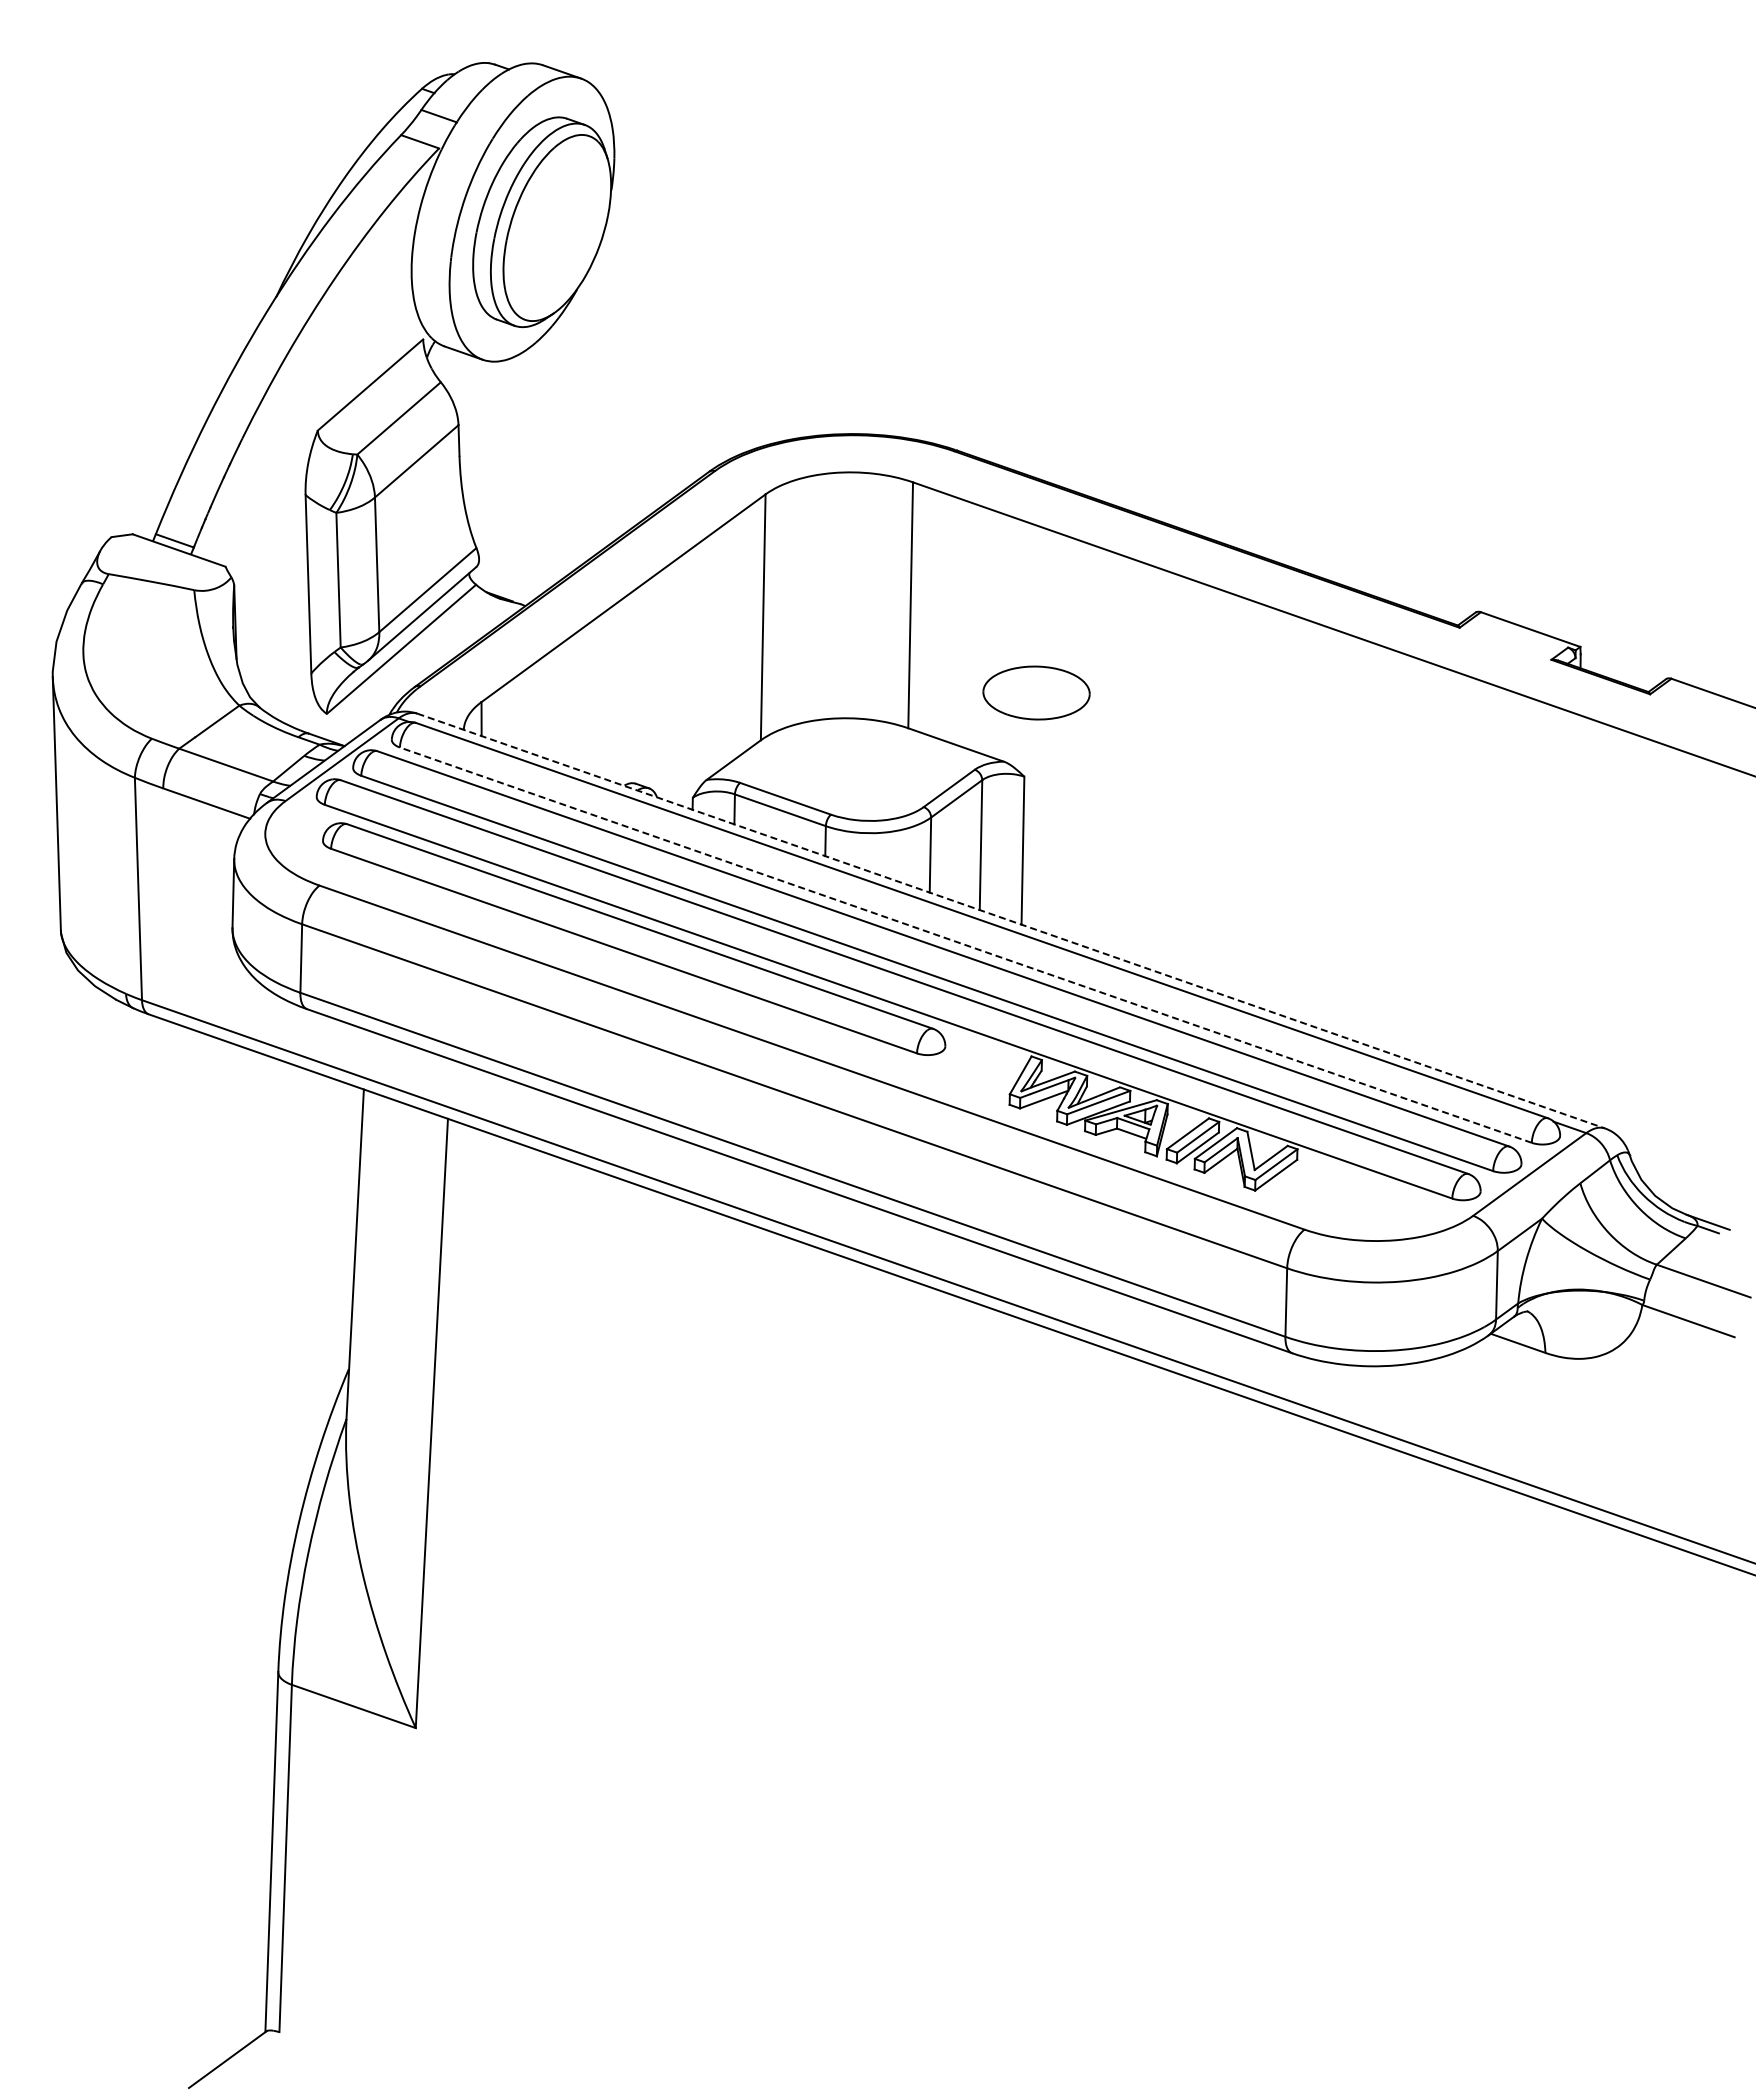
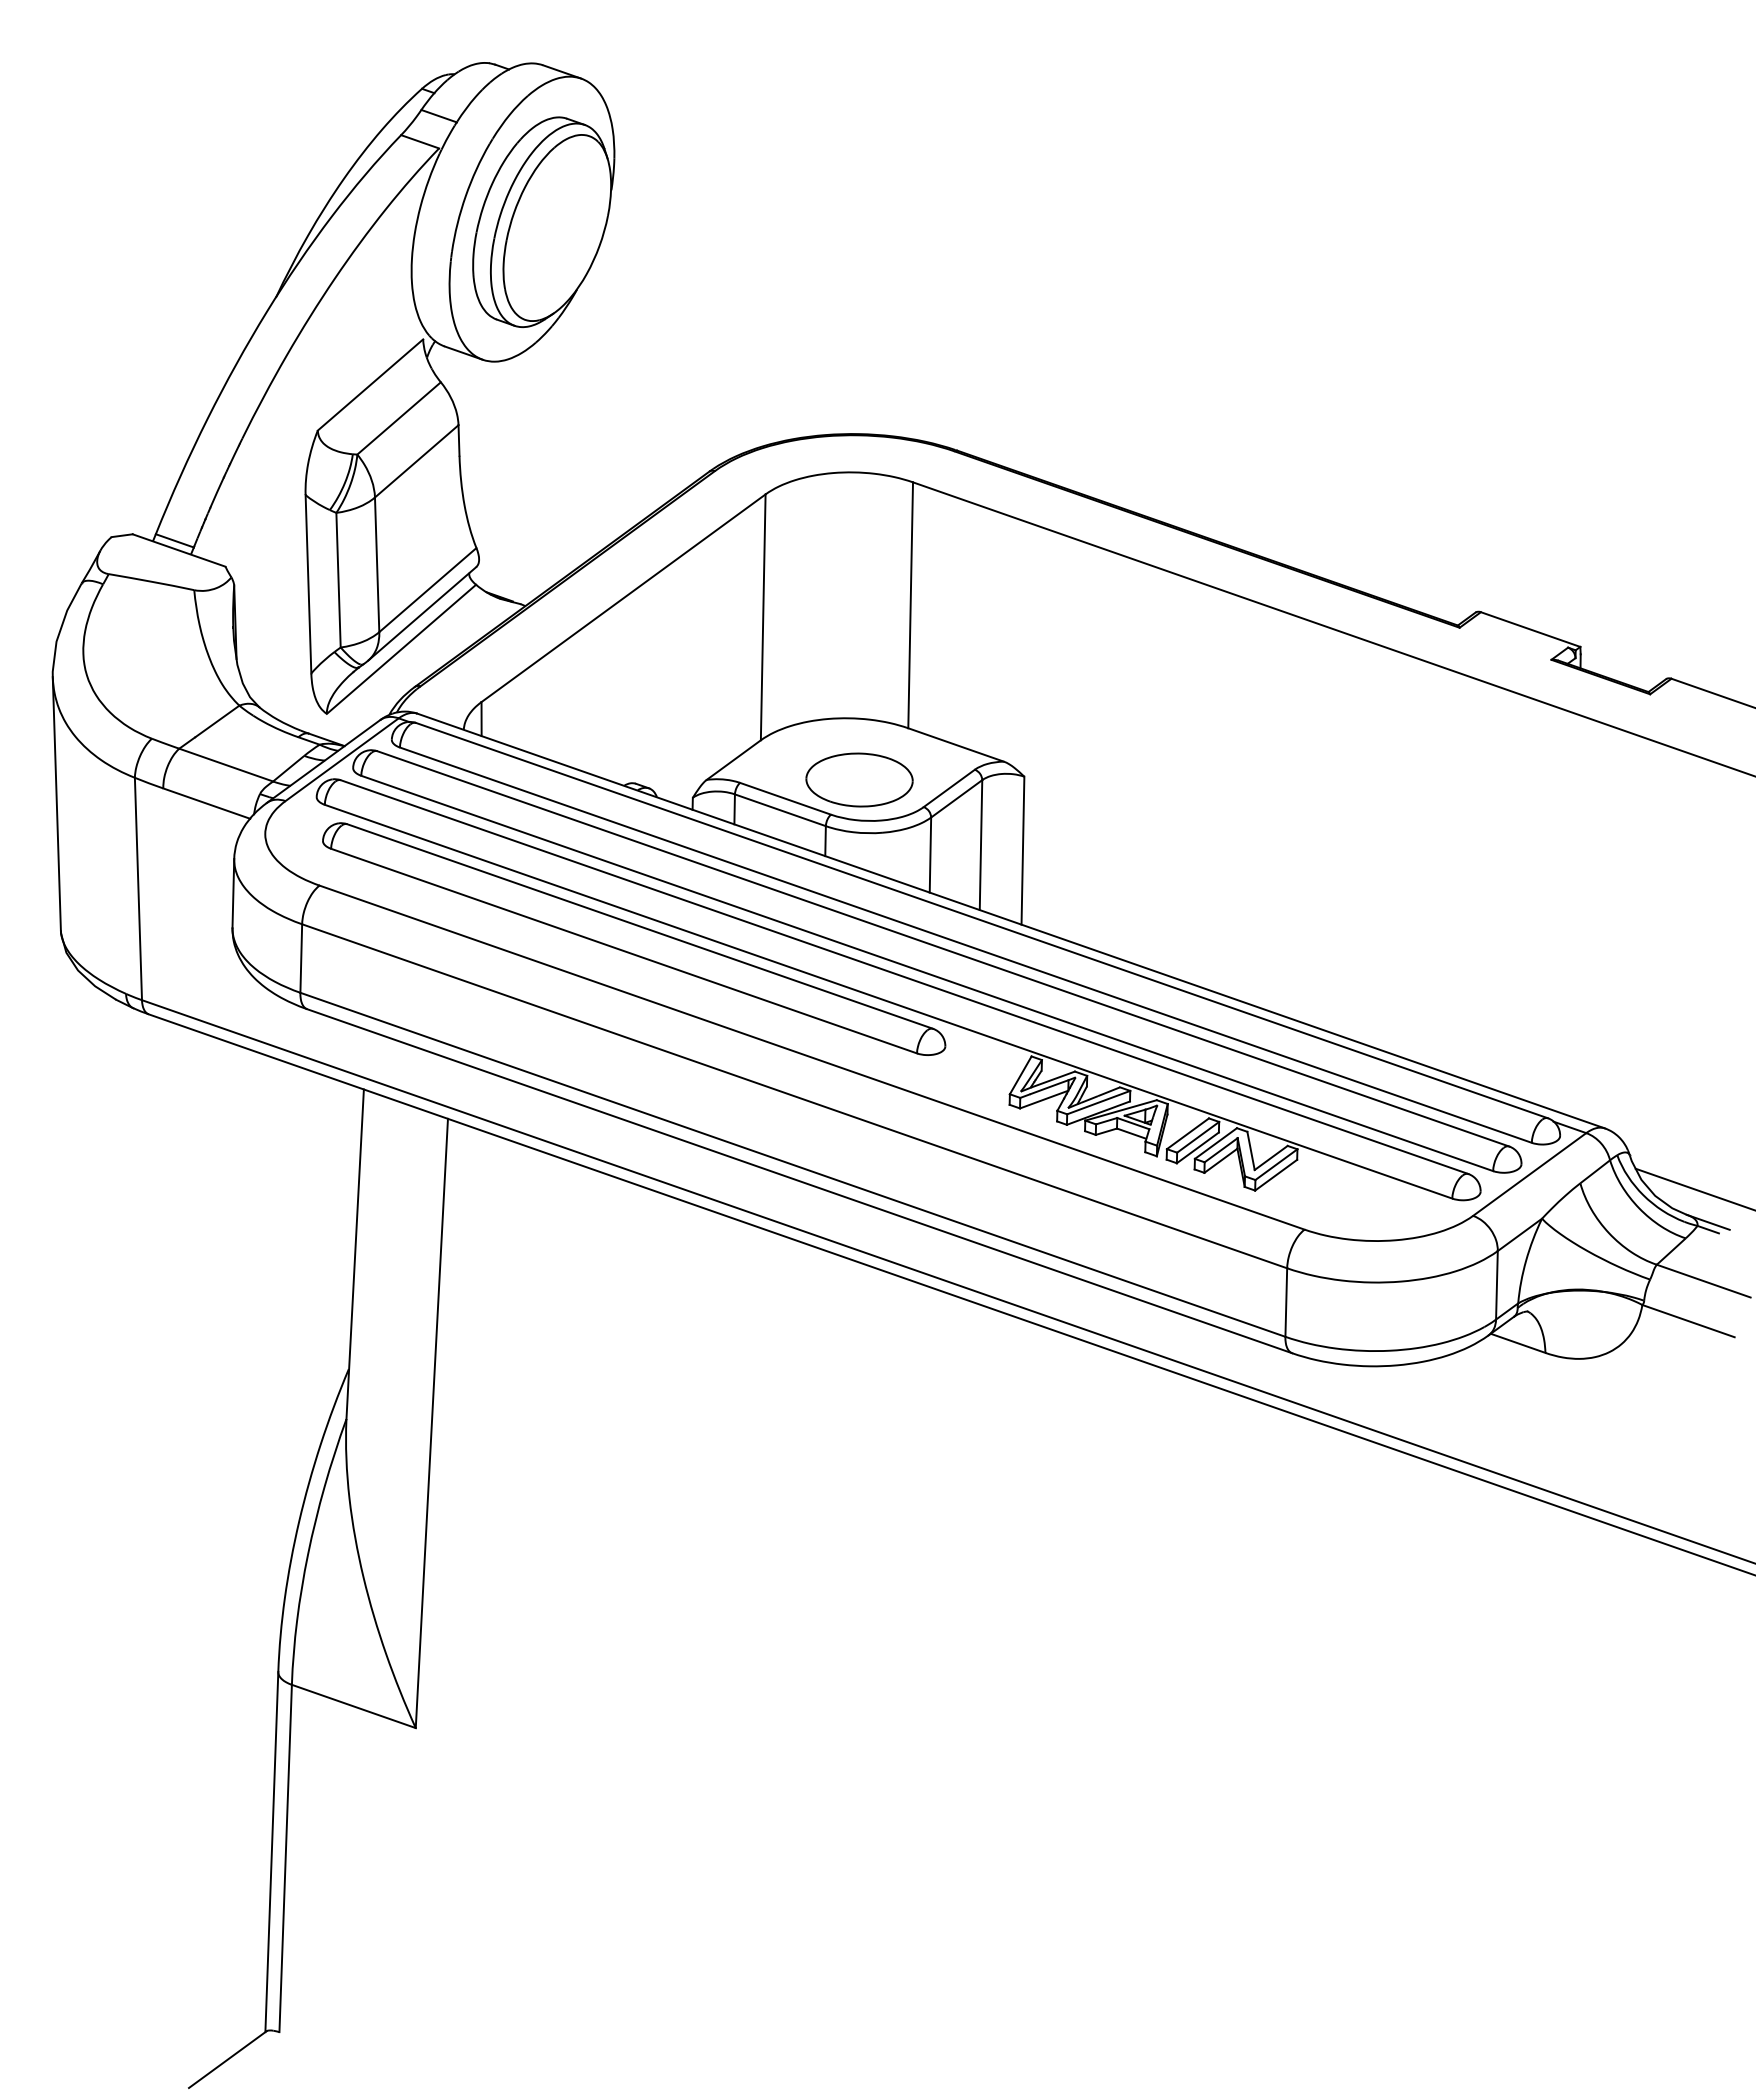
part at (1036, 692) position: (1036, 692) -> (859, 779)
line at (1011, 921): dashed -> solid
line at (965, 945): dashed -> solid
line at (1693, 1188): none -> present
